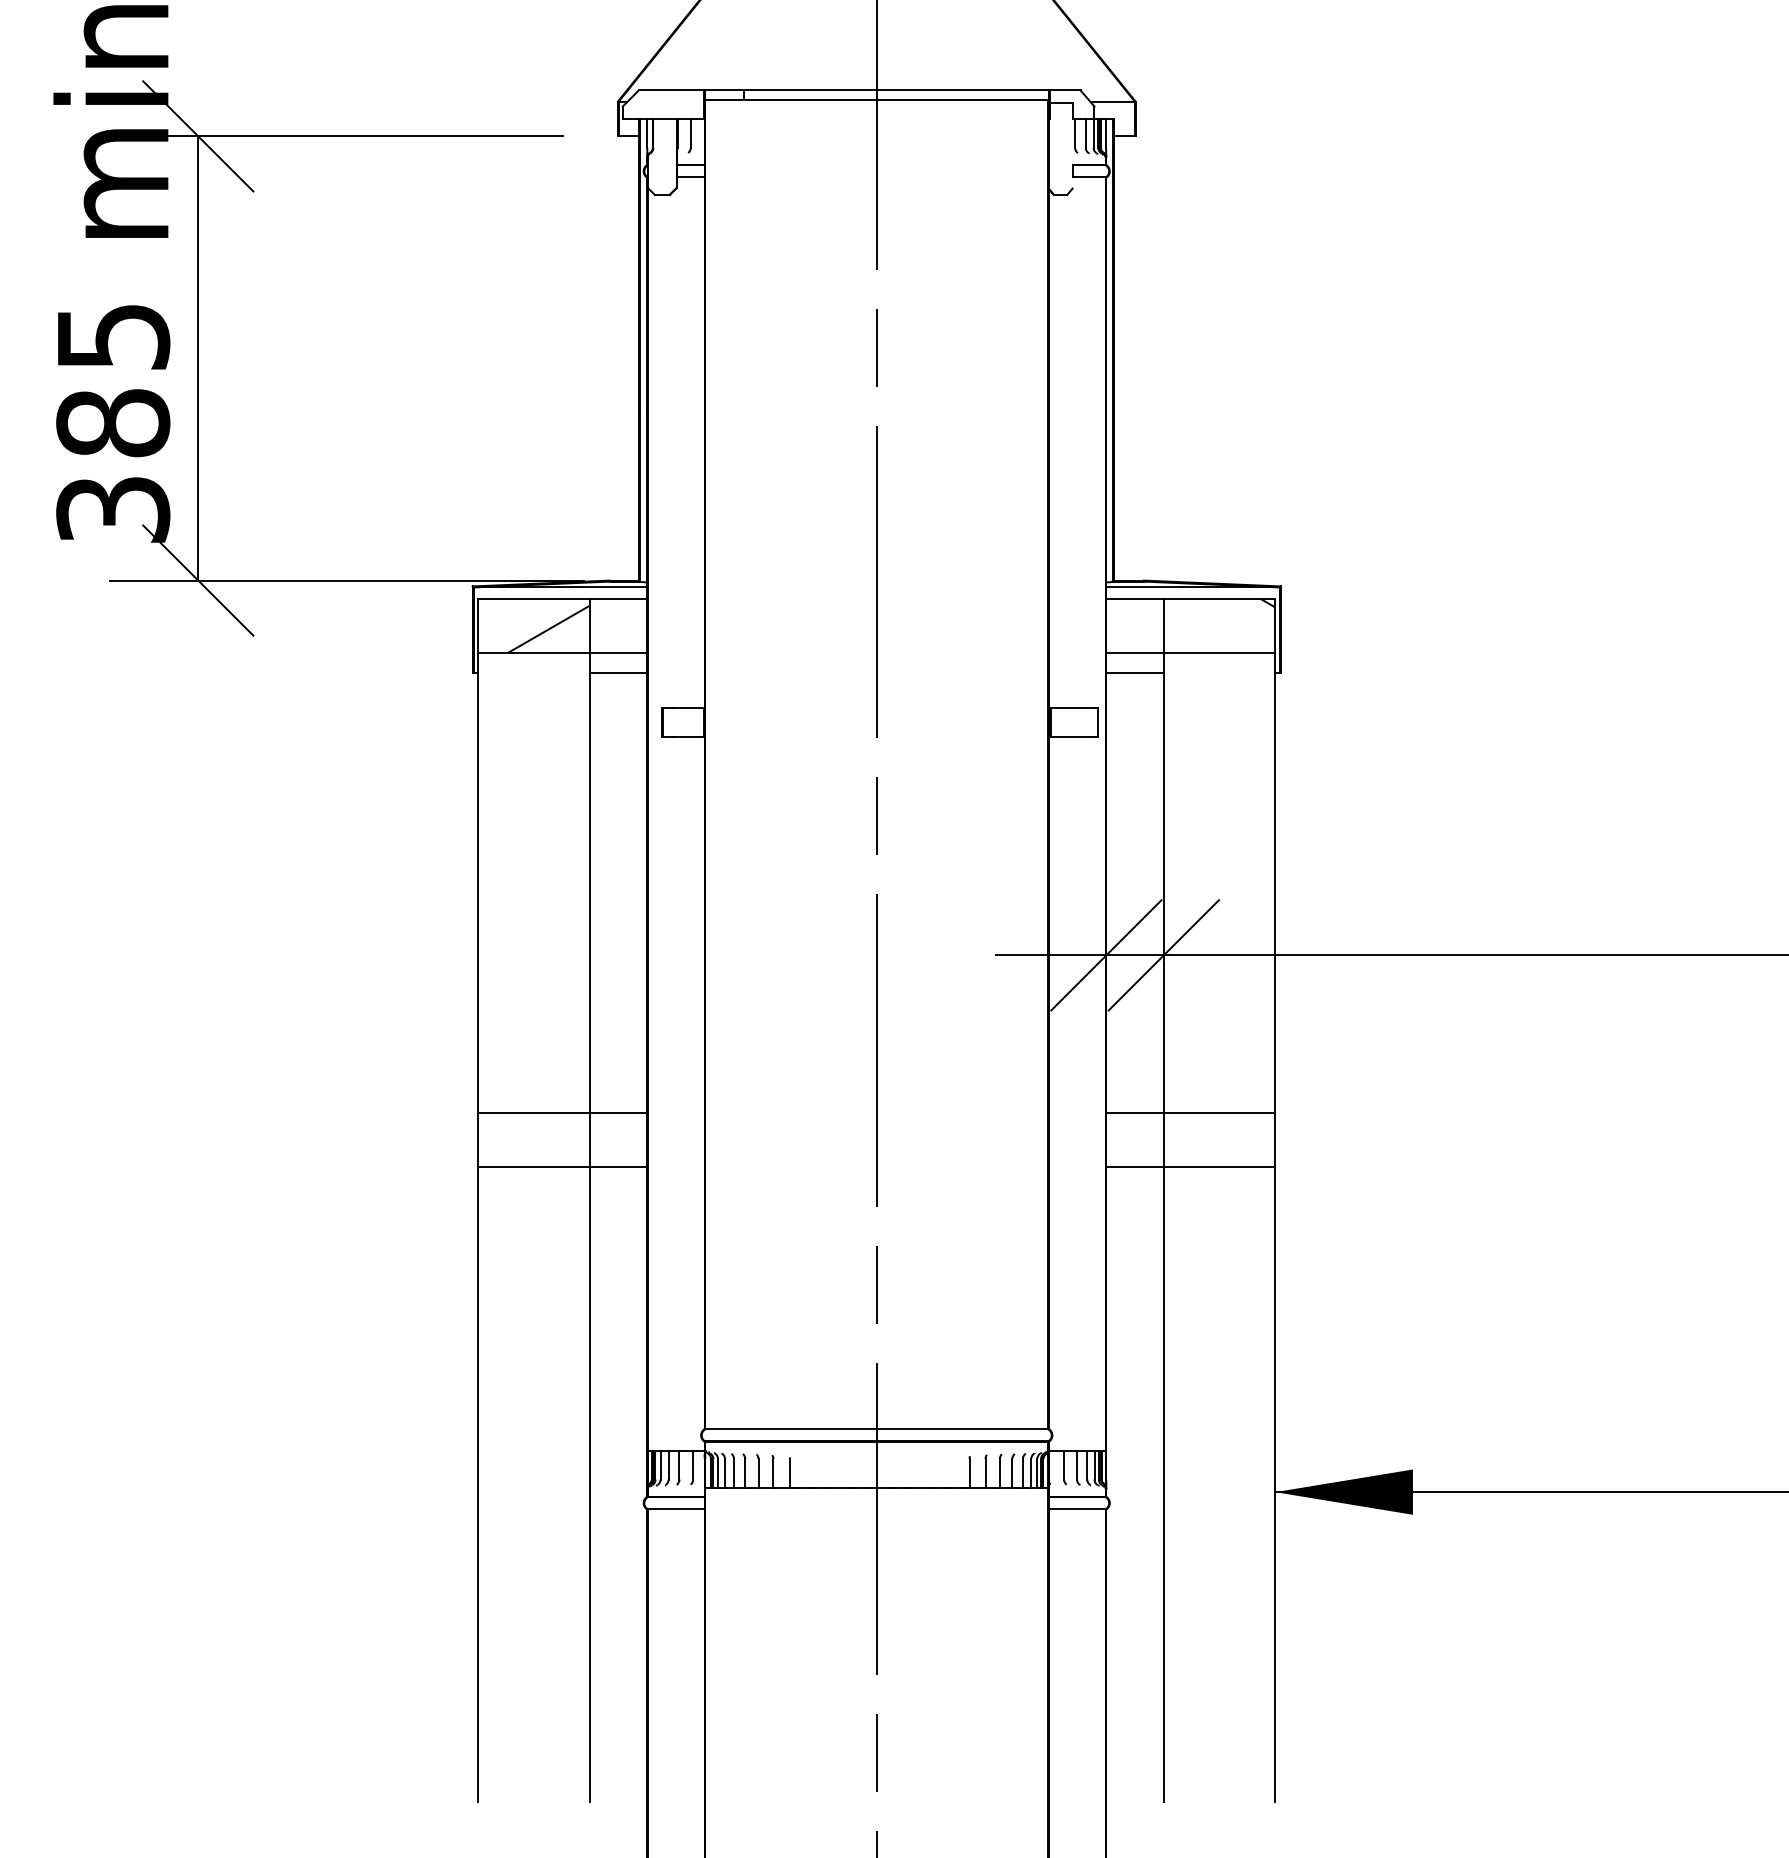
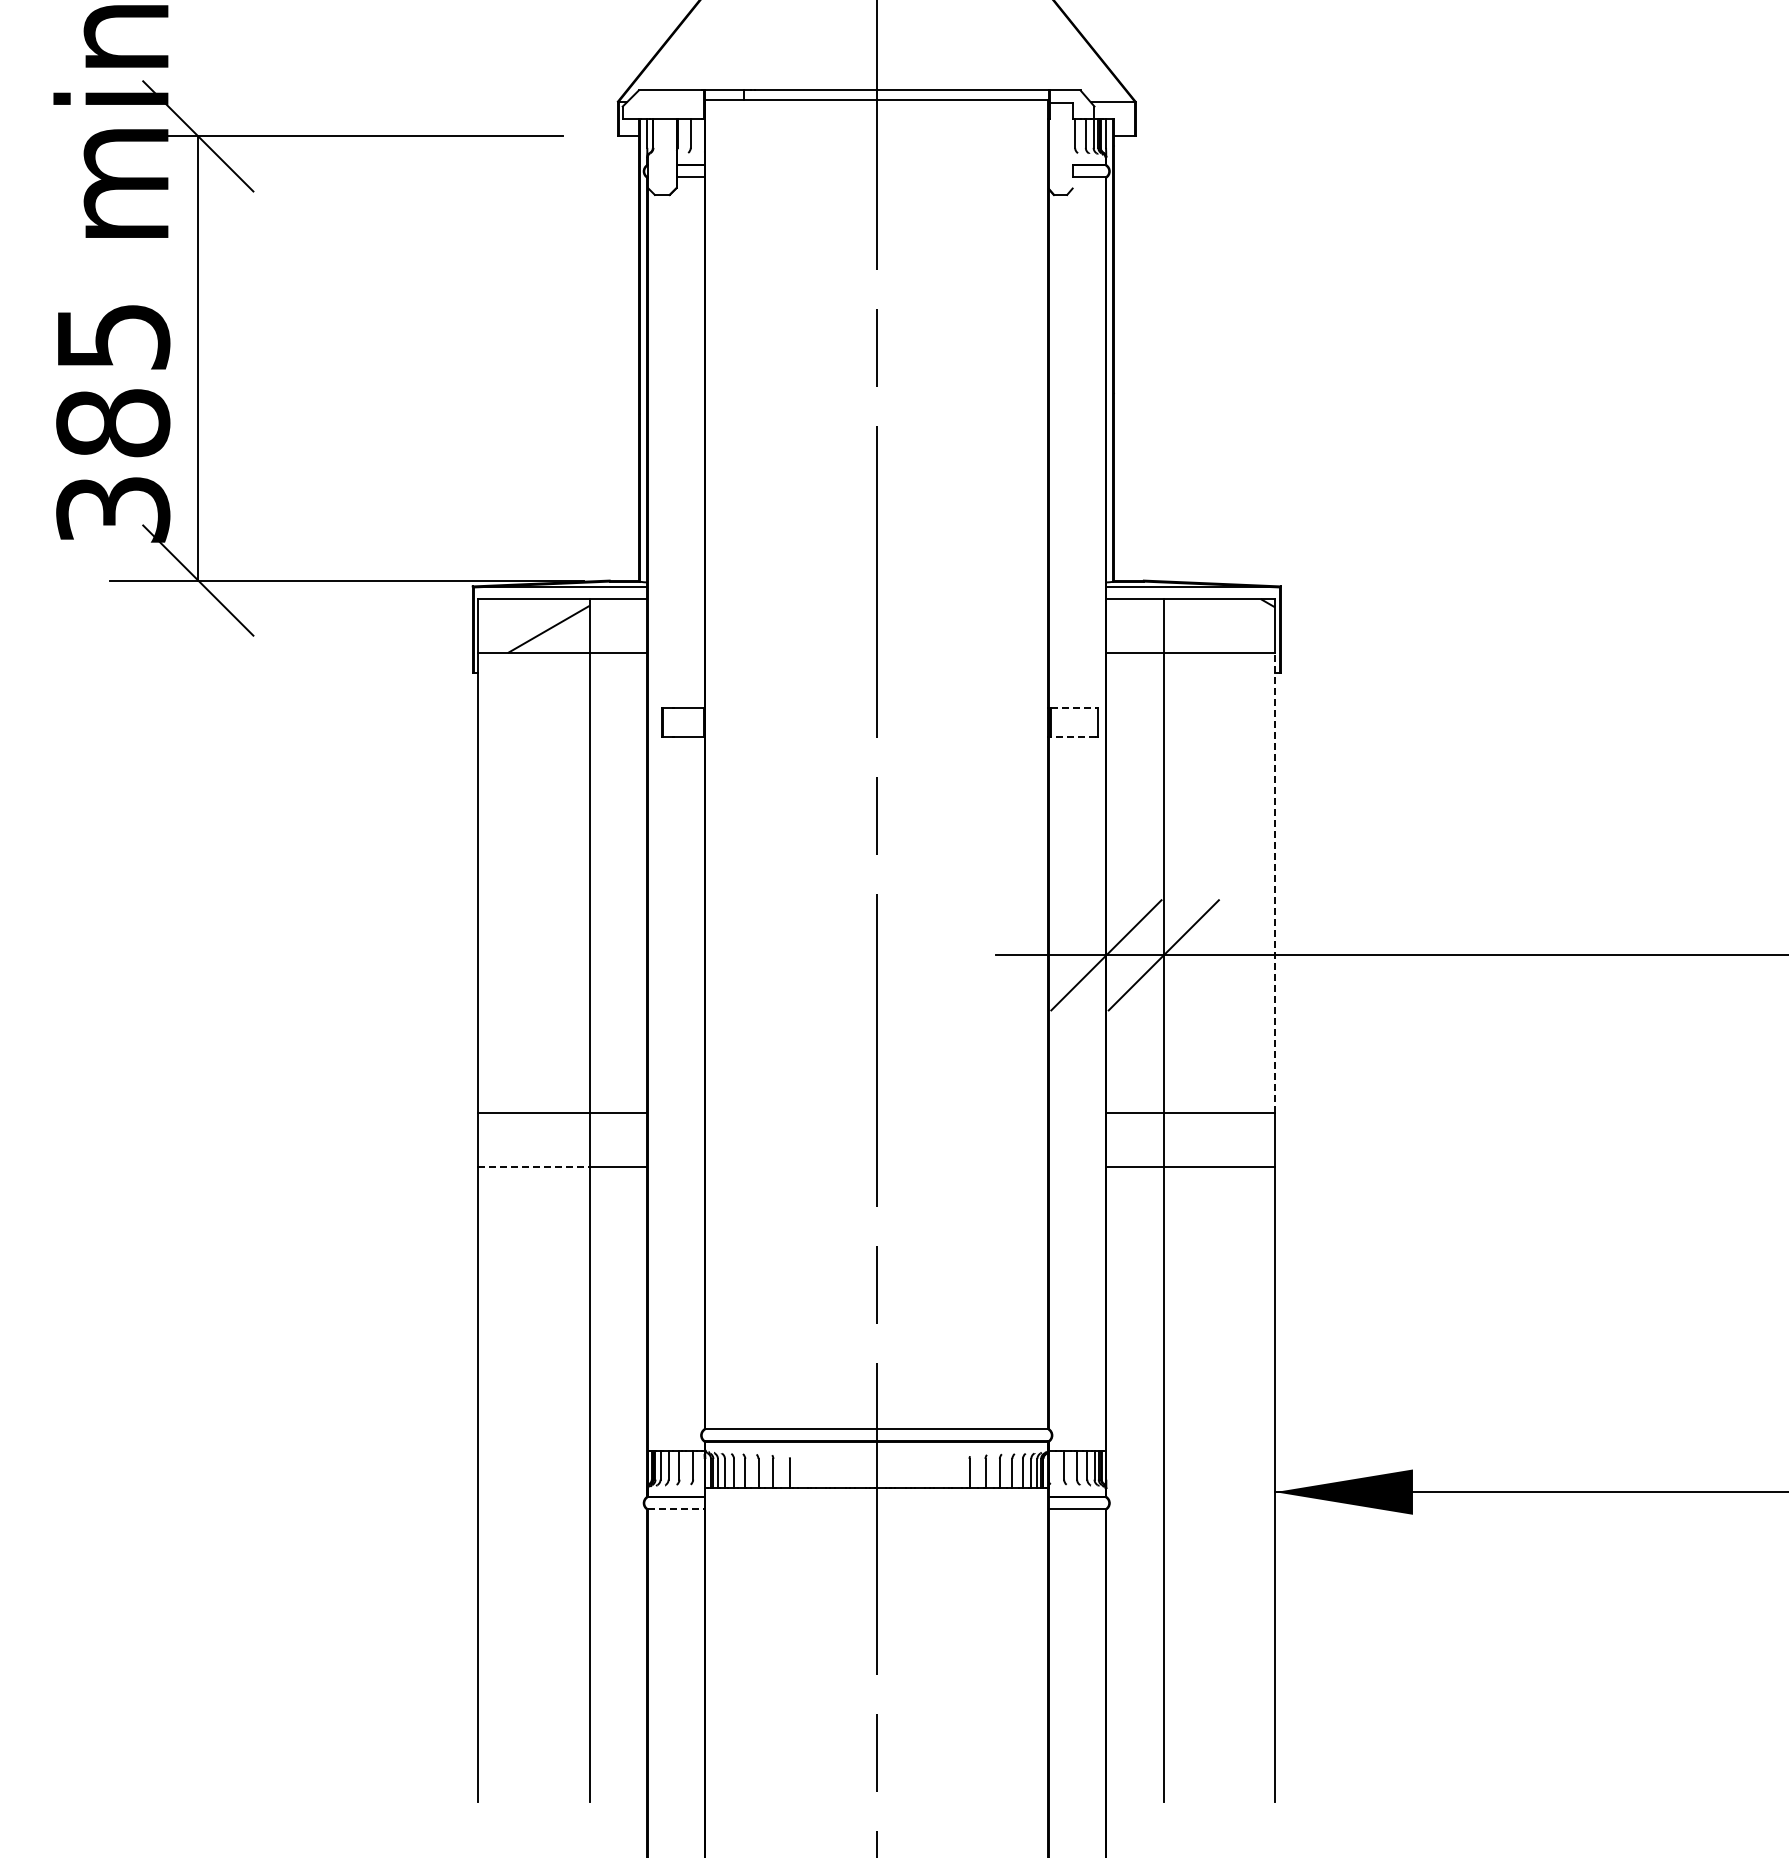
line at (618, 672): present -> none
line at (1134, 672): present -> none
line at (1074, 708): solid -> dashed
line at (1073, 736): solid -> dashed
line at (1275, 882): solid -> dashed
line at (534, 1167): solid -> dashed
line at (676, 1509): solid -> dashed
